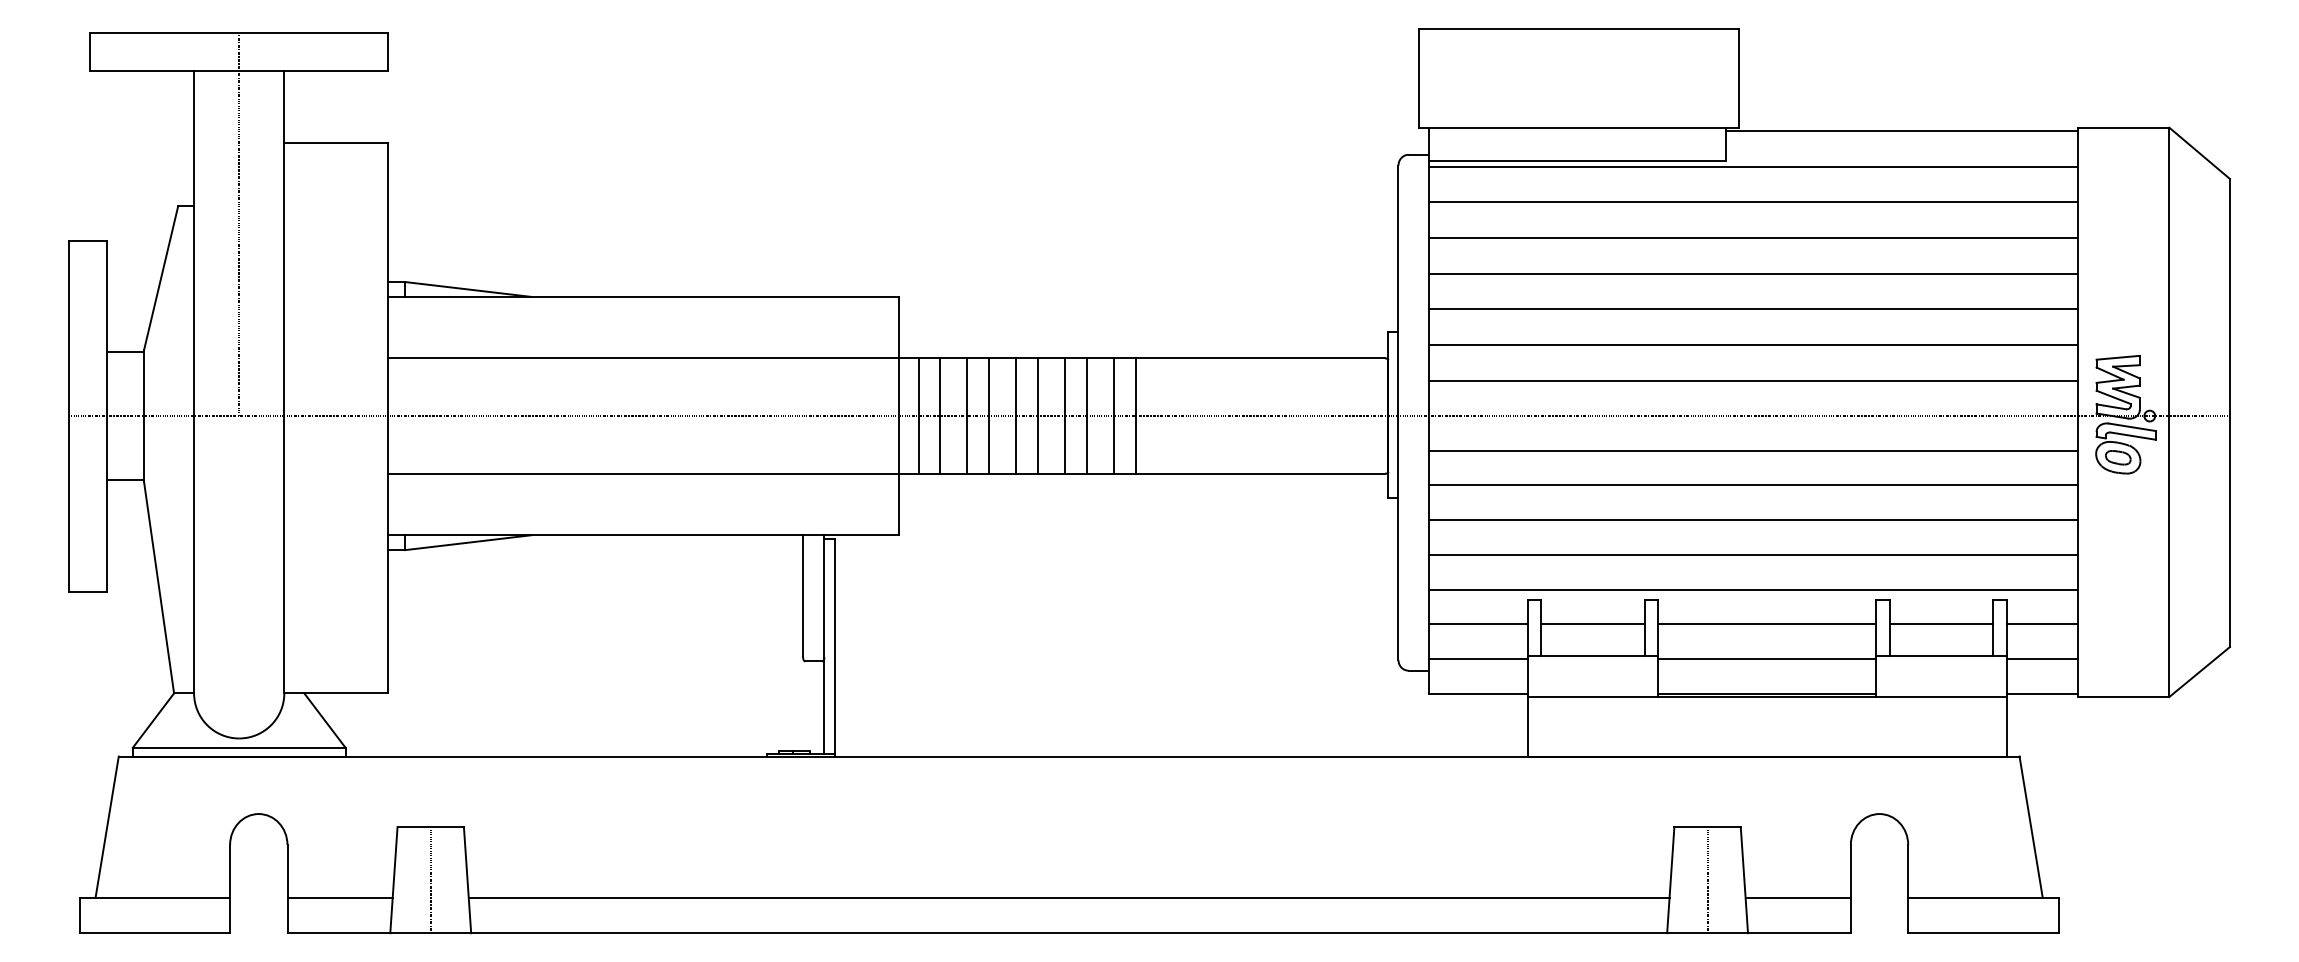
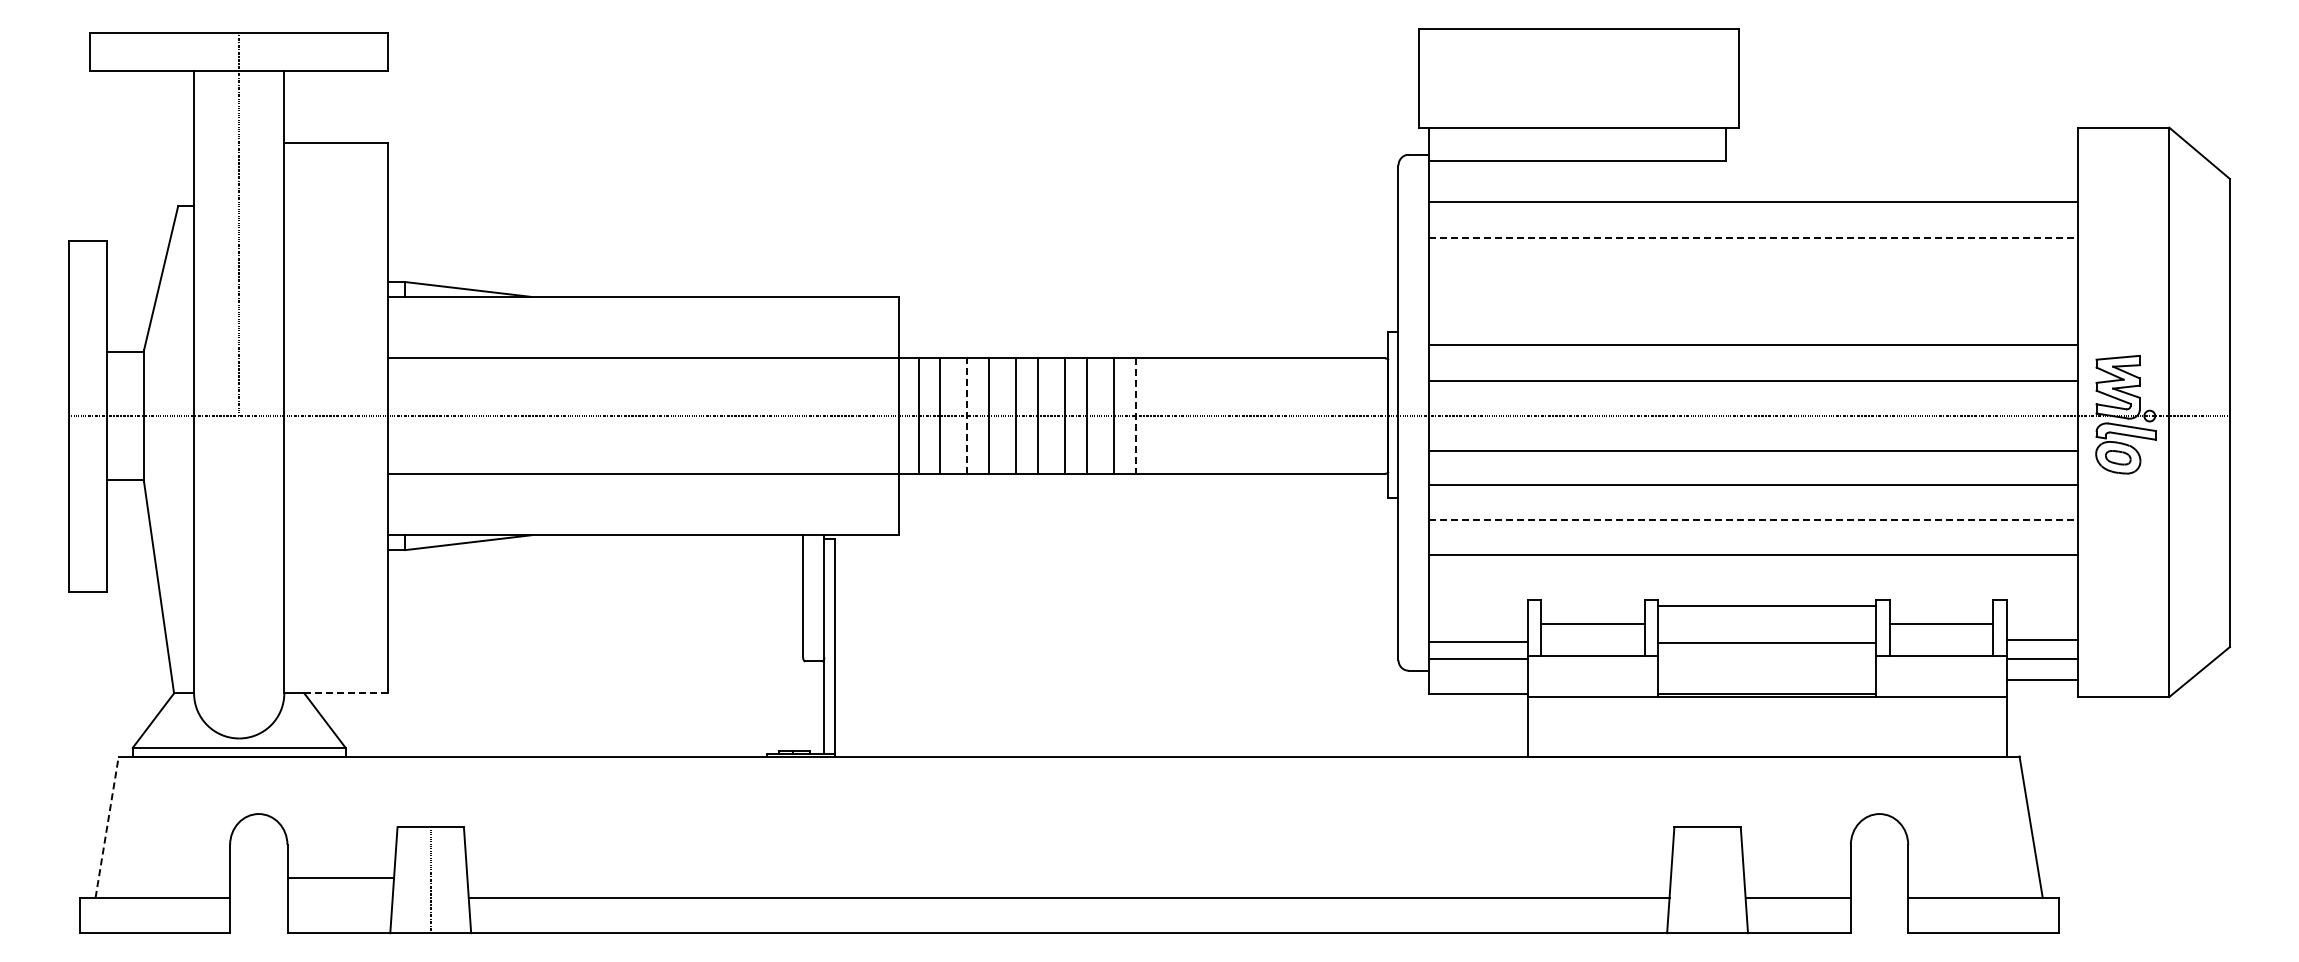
line at (1901, 131): present -> none
line at (1753, 166): present -> none
line at (1753, 237): solid -> dashed
line at (1753, 273): present -> none
line at (1753, 309): present -> none
line at (967, 416): solid -> dashed
line at (1135, 416): solid -> dashed
line at (1753, 520): solid -> dashed
line at (1753, 589): present -> none
line at (1477, 624) position: (1477, 624) -> (1477, 642)
line at (1767, 624) position: (1767, 624) -> (1767, 606)
line at (2042, 624) position: (2042, 624) -> (2042, 640)
line at (1767, 659) position: (1767, 659) -> (1767, 643)
line at (346, 693): solid -> dashed
line at (2042, 693) position: (2042, 693) -> (2042, 679)
line at (107, 827): solid -> dashed
line at (1707, 880): present -> none
line at (339, 897) position: (339, 897) -> (339, 877)
